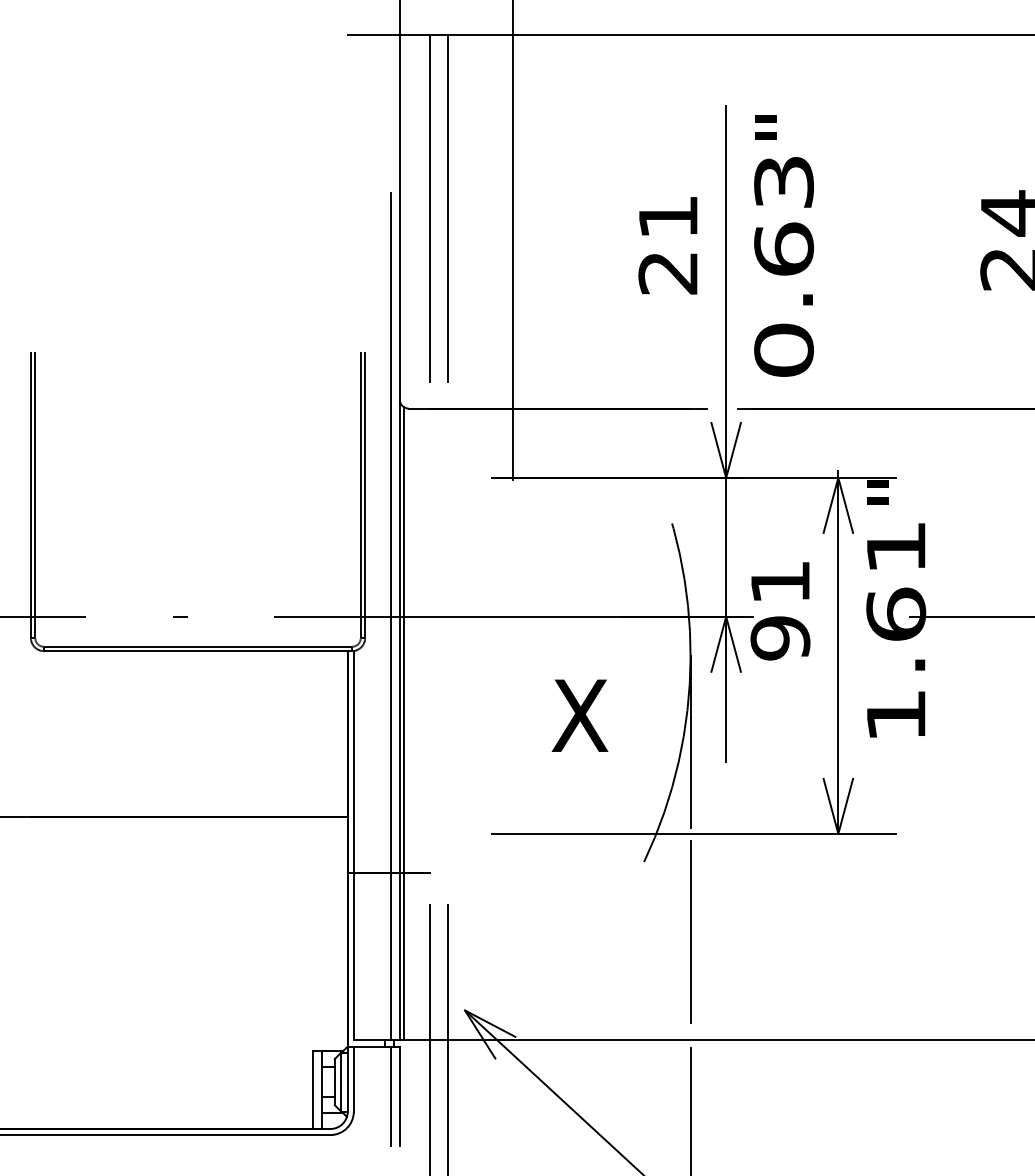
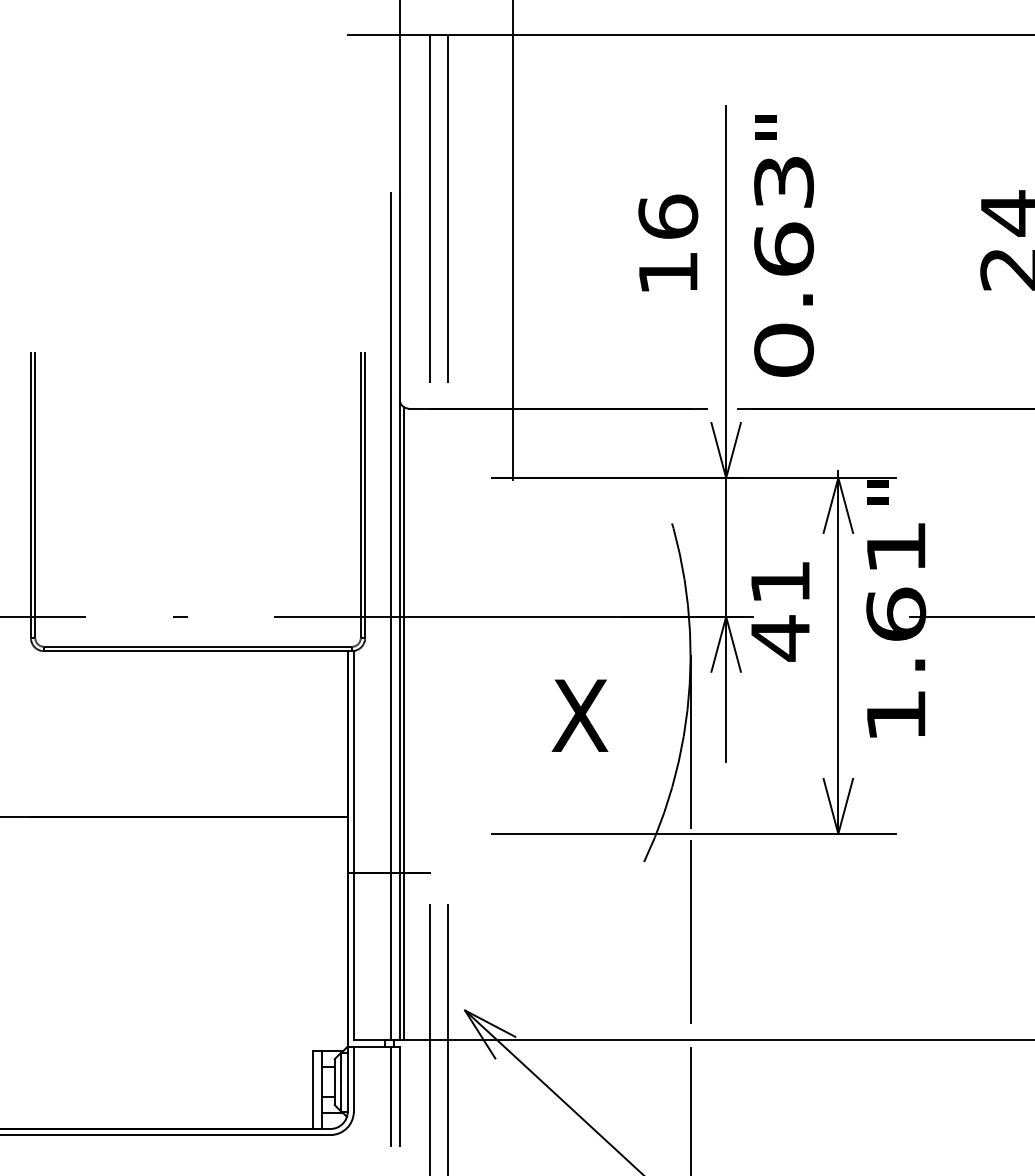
text at (668, 244): 21 -> 16
text at (780, 638): 91 -> 41
